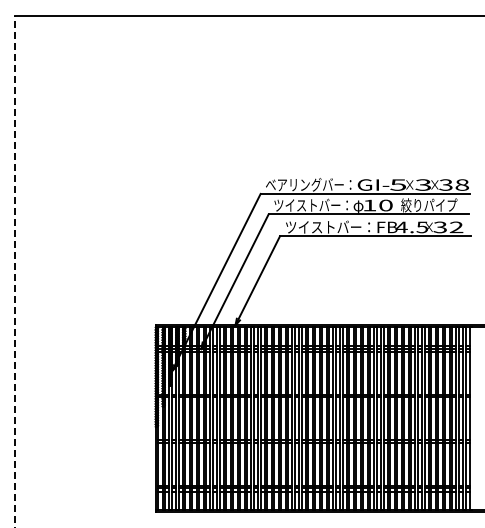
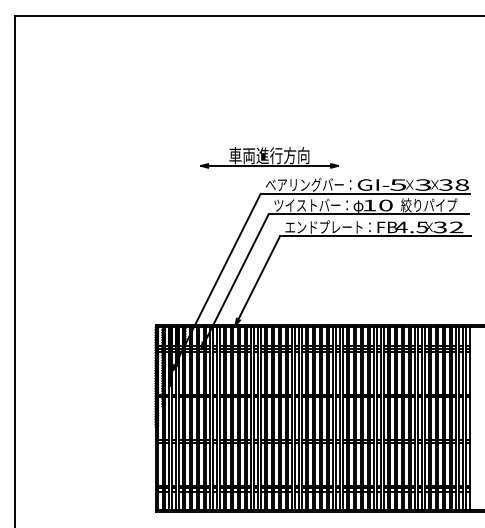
part at (269, 157): none -> present
text at (327, 226): ツイストバー： -> エンドプレート：
line at (14, 271): dashed -> solid
